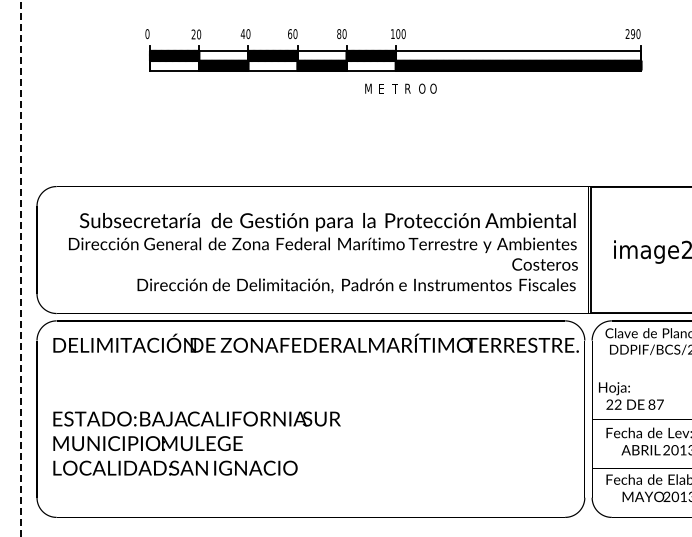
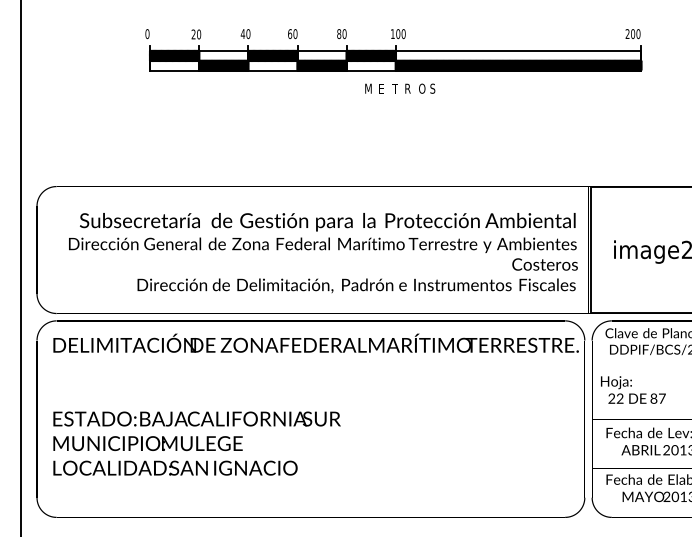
text at (632, 33): 290 -> 200
text at (433, 88): O -> S
line at (20, 268): dashed -> solid
text at (631, 395) position: (631, 395) -> (633, 389)
